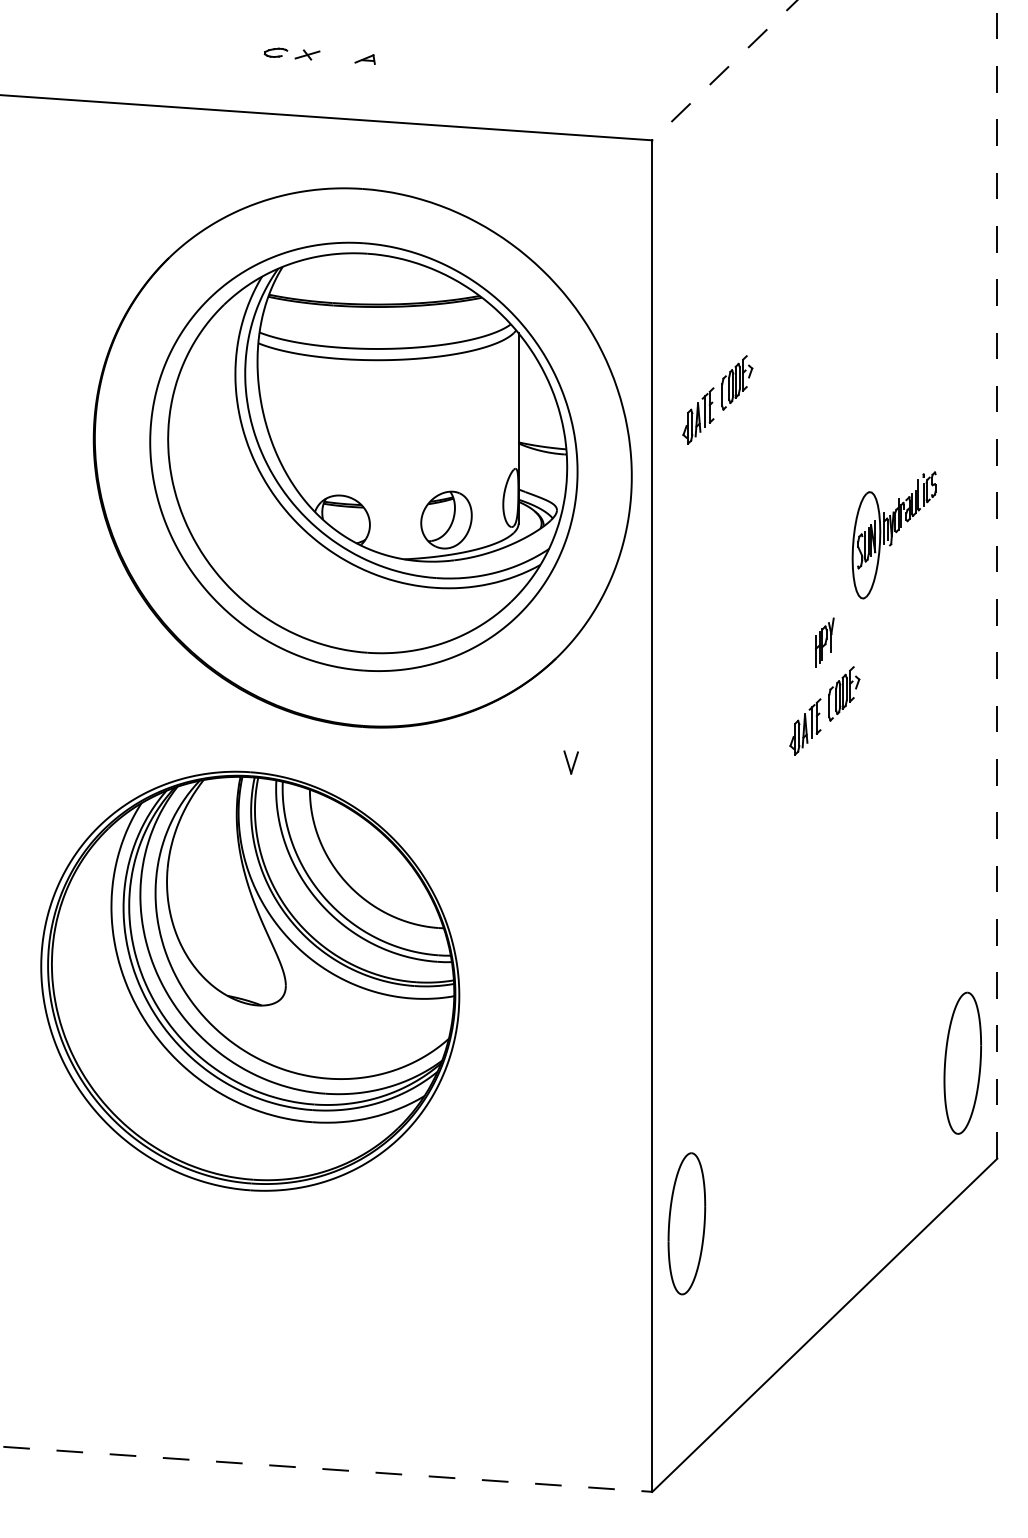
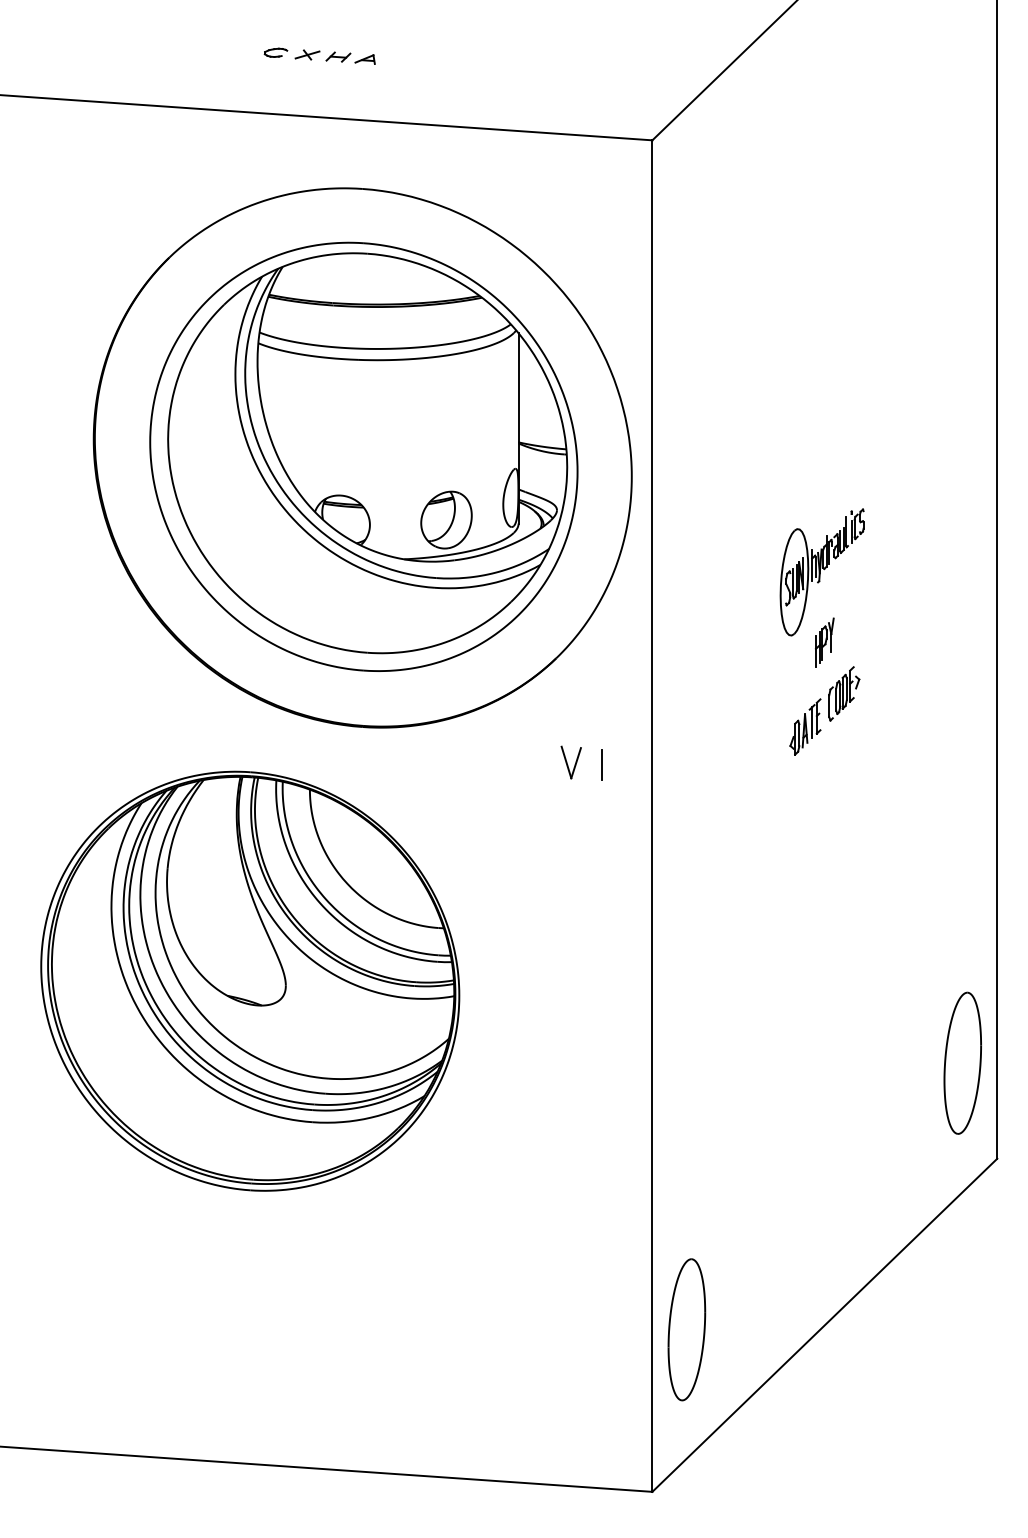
part at (338, 56): none -> present
line at (724, 70): dashed -> solid
part at (717, 399): present -> none
part at (893, 535) position: (893, 535) -> (821, 572)
line at (997, 578): dashed -> solid
part at (570, 762) size: 16x25 px -> 22x35 px
line at (602, 764): none -> present
part at (686, 1223) position: (686, 1223) -> (686, 1329)
line at (326, 1469): dashed -> solid
